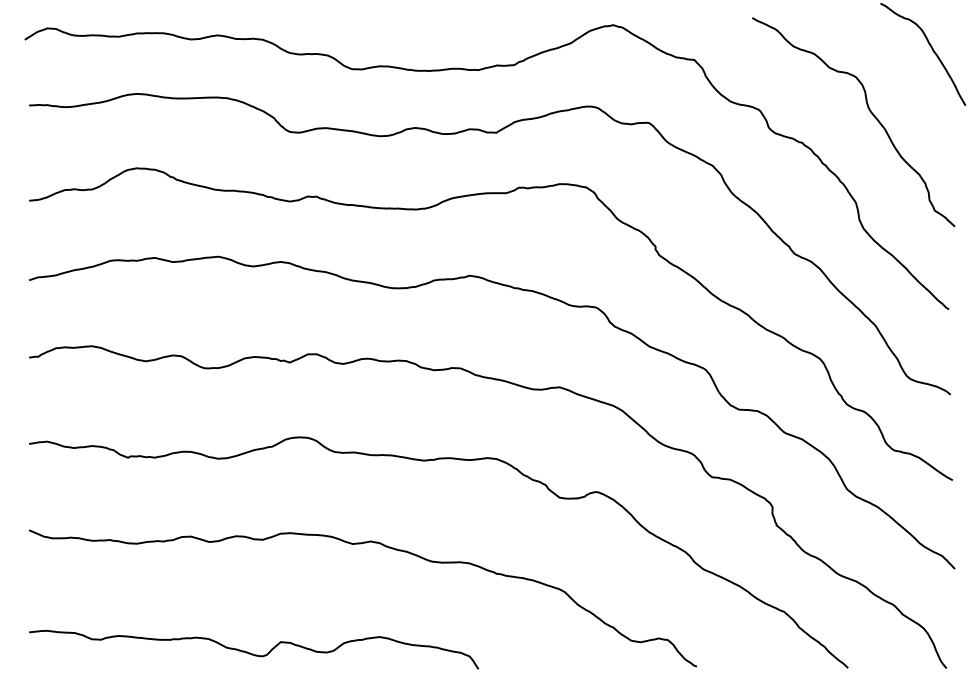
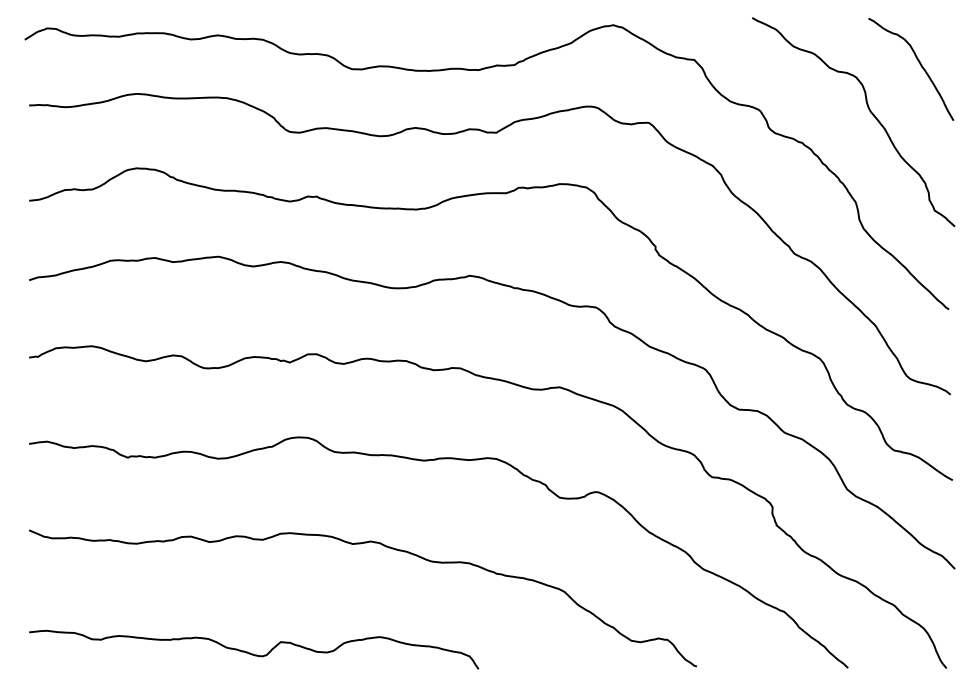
curve at (931, 49) position: (931, 49) -> (919, 64)
